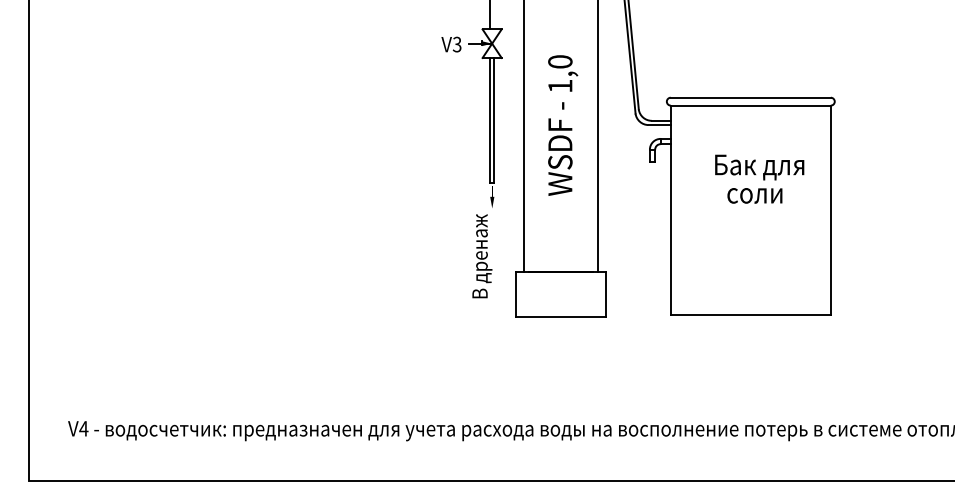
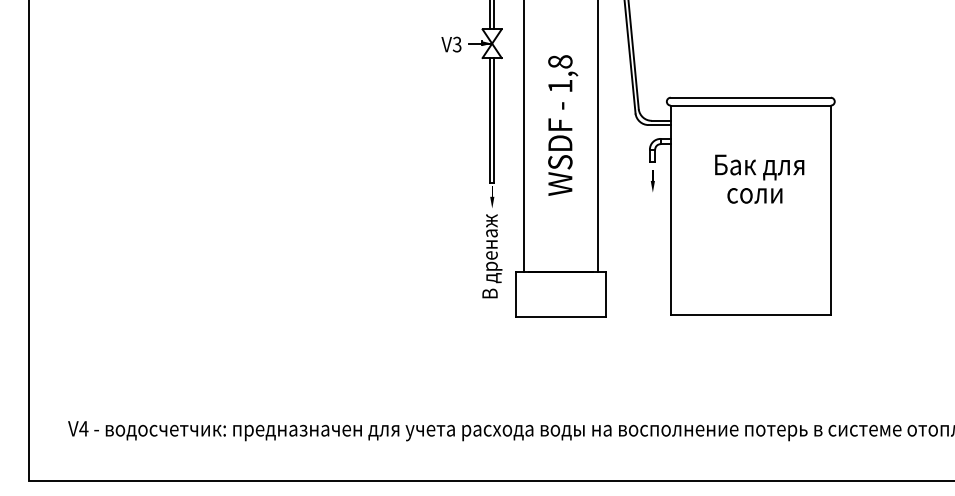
line at (494, 15): none -> present
text at (560, 61): 1,0 -> 1,8
part at (652, 180): none -> present
text at (482, 256) position: (482, 256) -> (492, 256)
